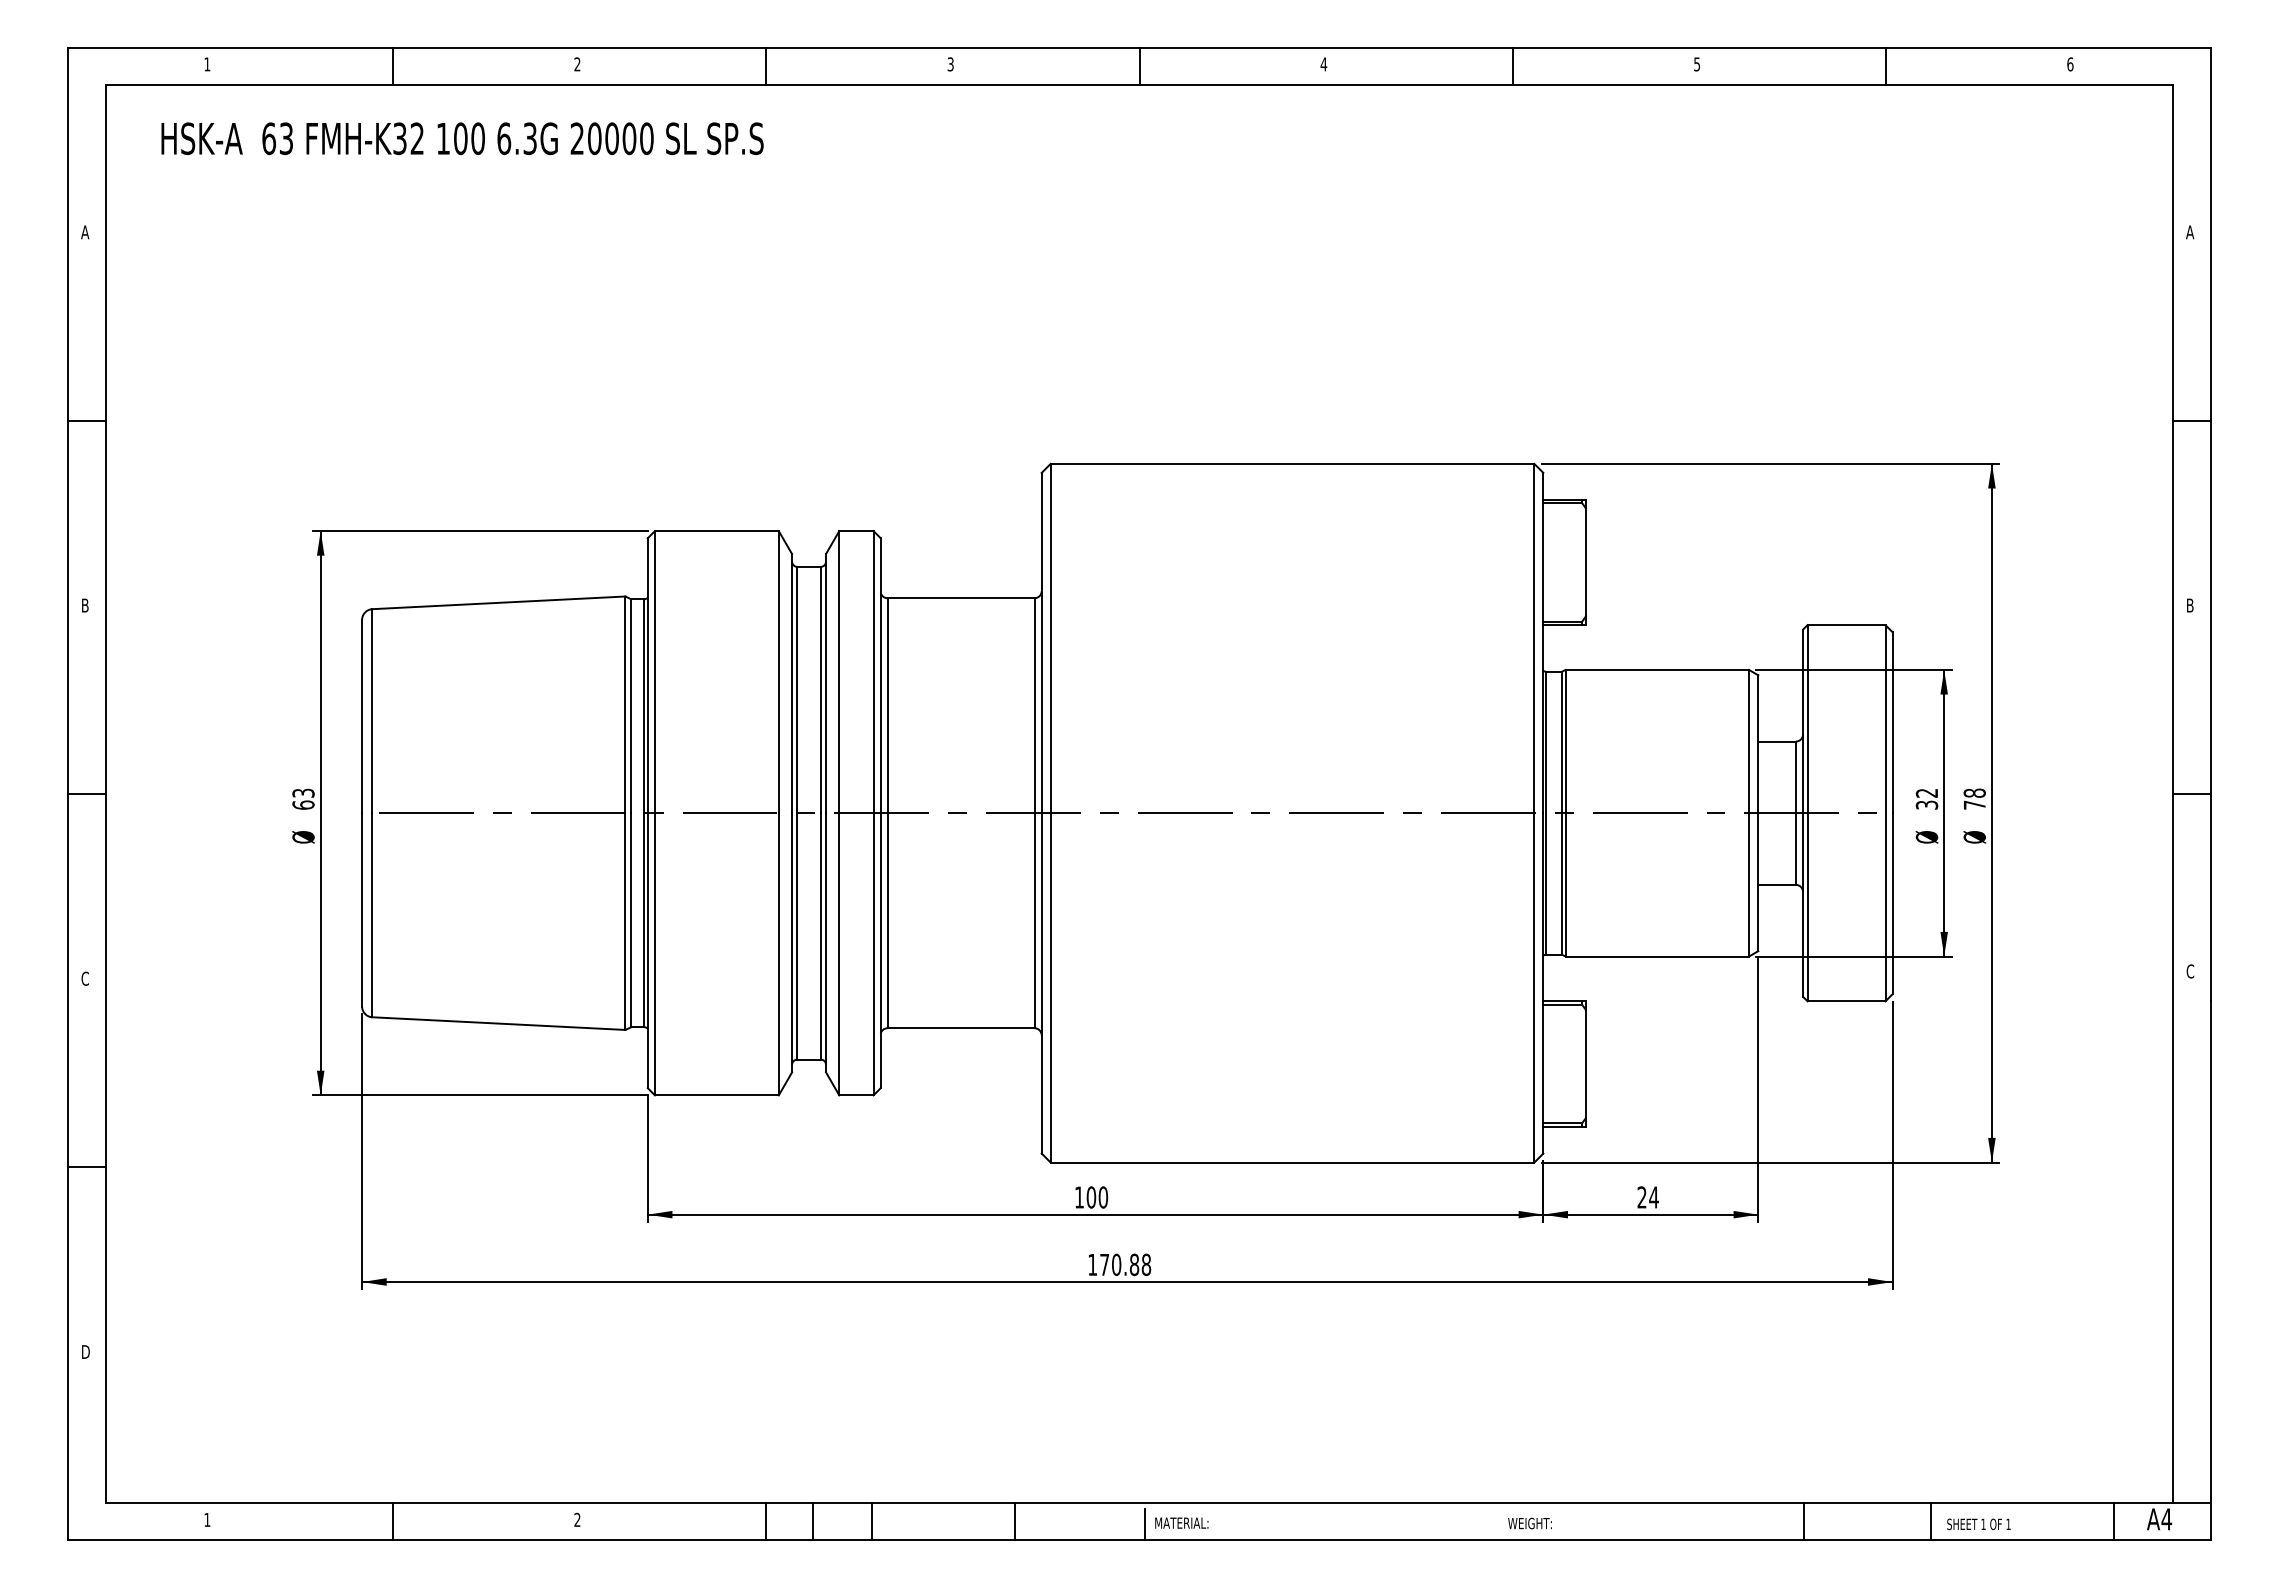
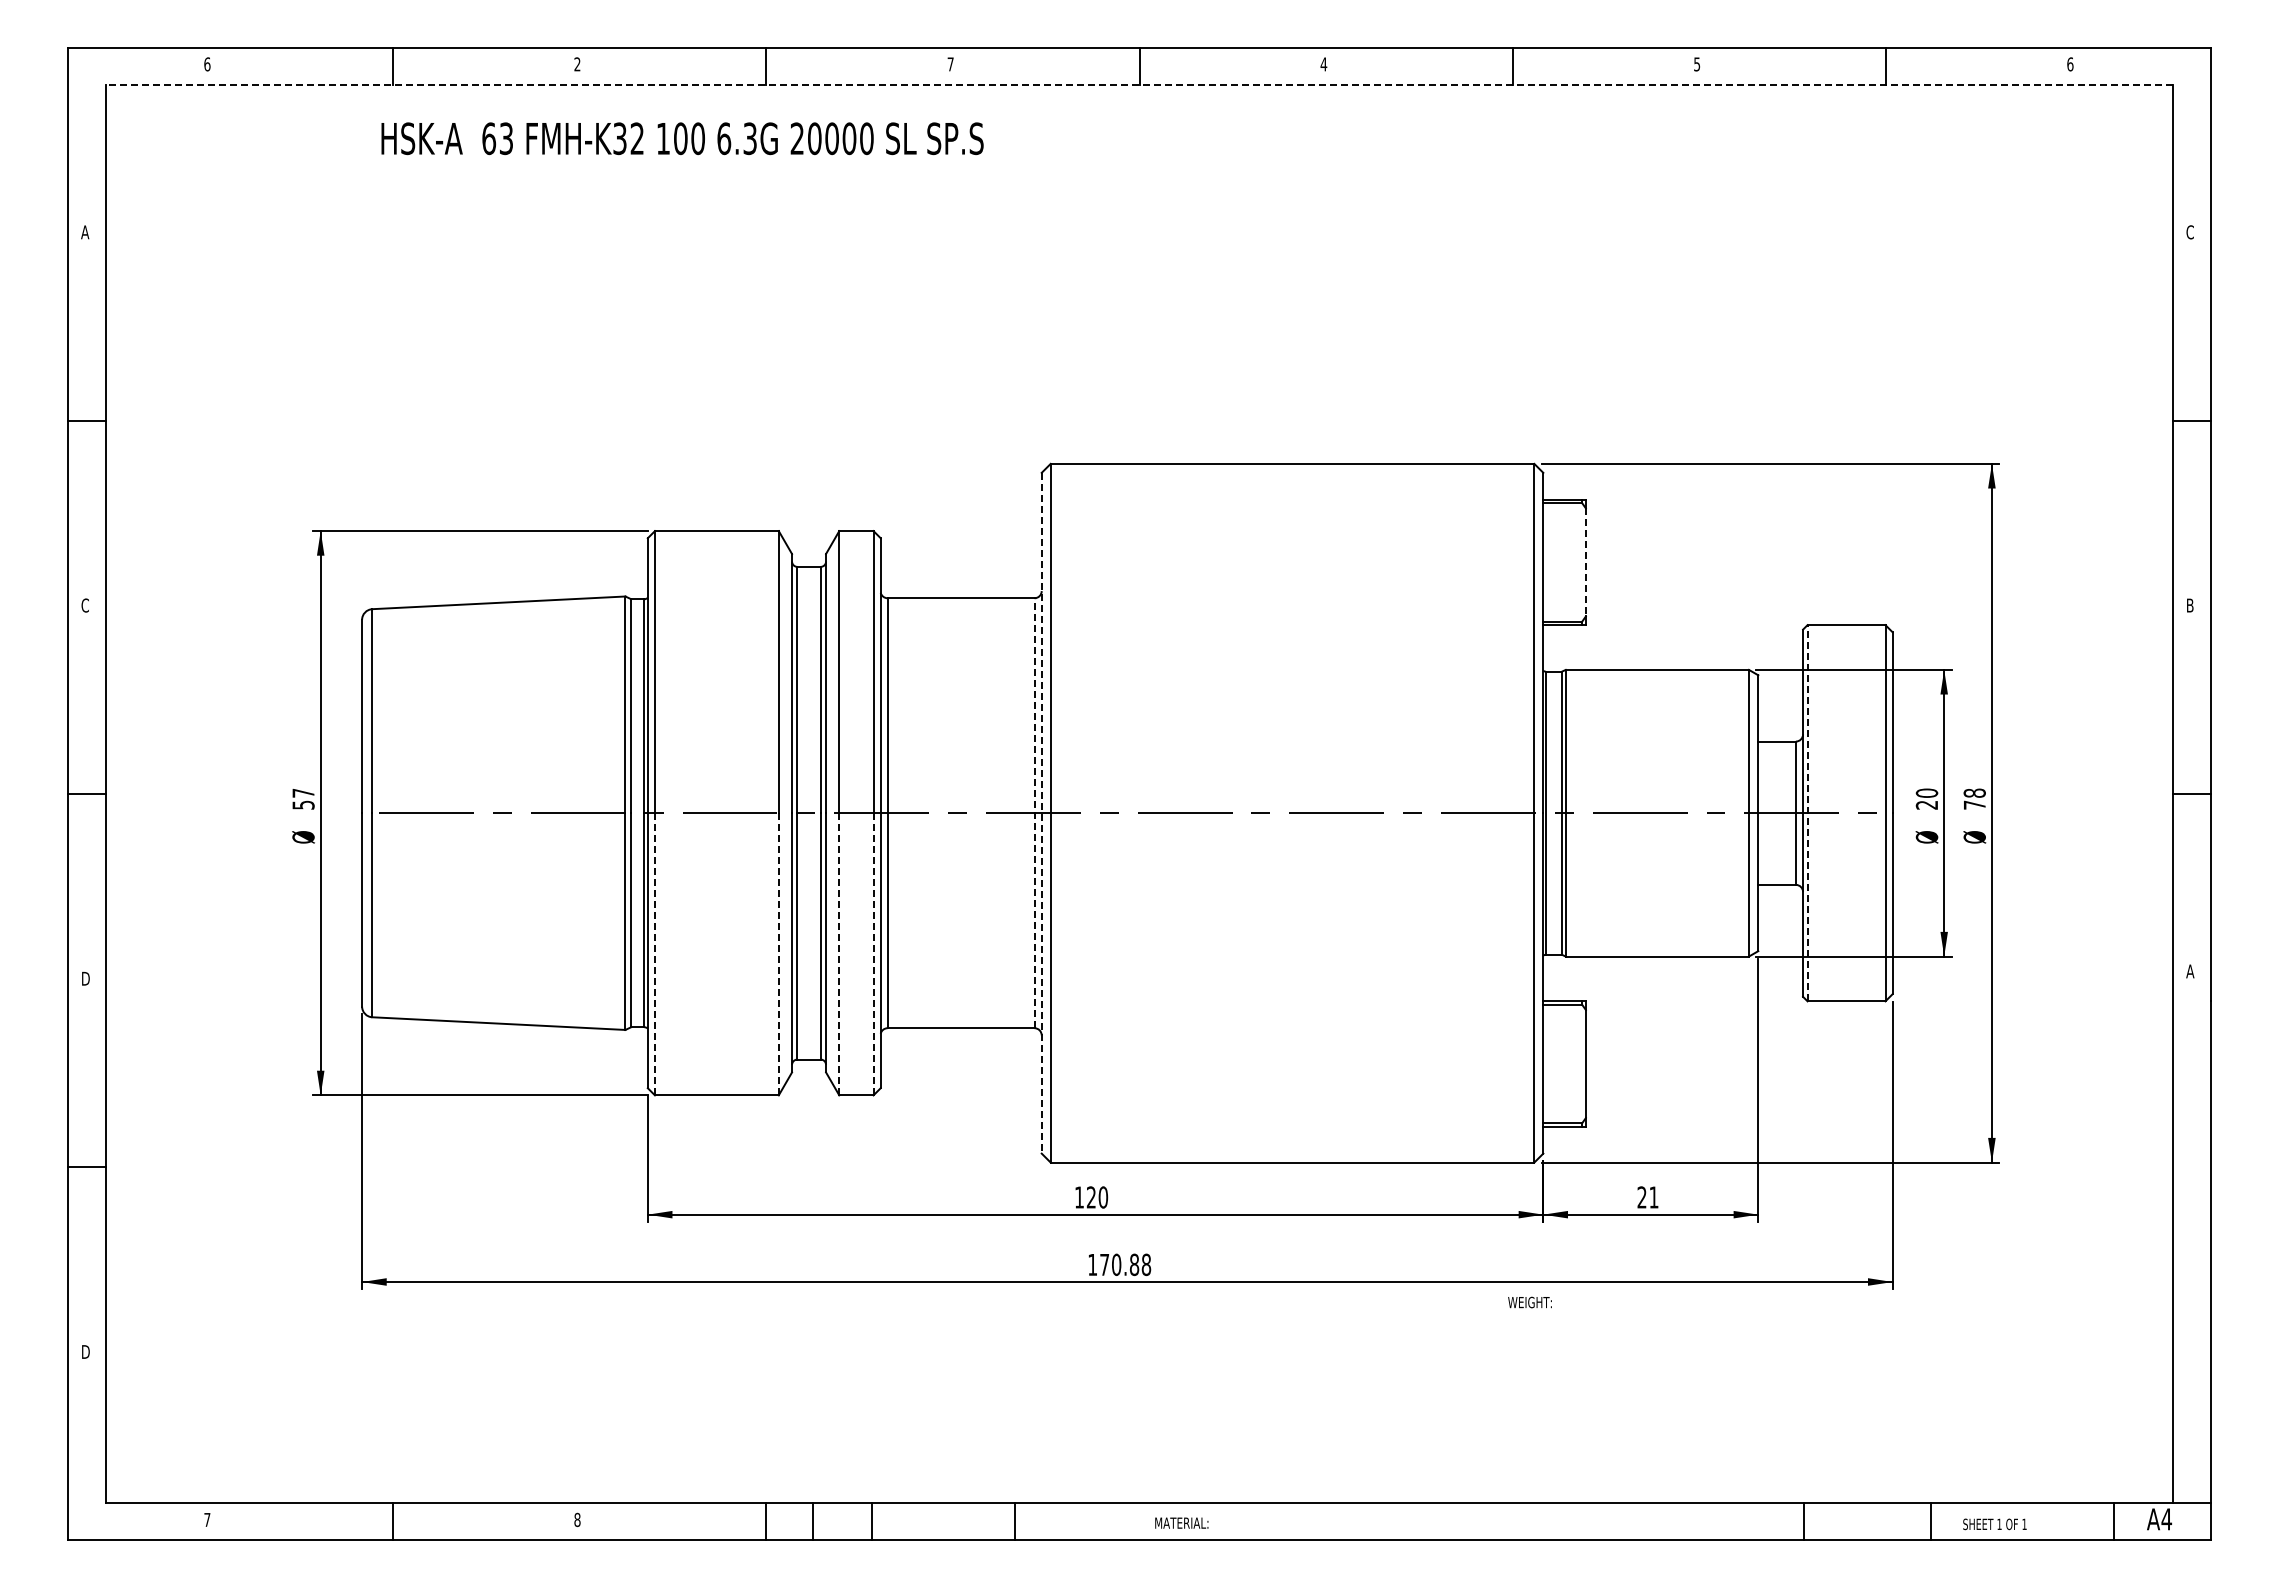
text at (207, 64): 1 -> 6
text at (950, 64): 3 -> 7
line at (1139, 84): solid -> dashed
text at (462, 138) position: (462, 138) -> (682, 138)
text at (2190, 232): A -> C
line at (1585, 562): solid -> dashed
text at (84, 605): B -> C
text at (303, 798): 63 -> 57
text at (1926, 798): 32 -> 20
line at (1807, 812): solid -> dashed
line at (1034, 813): solid -> dashed
line at (1041, 813): solid -> dashed
line at (654, 953): solid -> dashed
line at (778, 953): solid -> dashed
line at (839, 953): solid -> dashed
line at (873, 953): solid -> dashed
text at (2190, 971): C -> A
text at (85, 978): C -> D
text at (1091, 1197): 100 -> 120
text at (1653, 1197): 24 -> 21
text at (207, 1519): 1 -> 7
text at (577, 1520): 2 -> 8
text at (1529, 1523) position: (1529, 1523) -> (1529, 1302)
line at (1144, 1524): present -> none
text at (1978, 1524) position: (1978, 1524) -> (1994, 1524)
